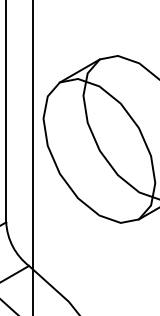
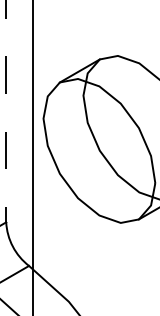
line at (6, 112): solid -> dashed
